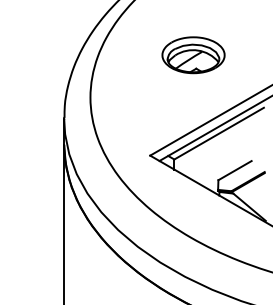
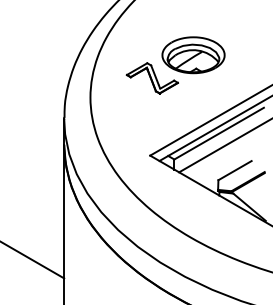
part at (151, 78): none -> present
line at (224, 146): none -> present
line at (33, 260): none -> present
